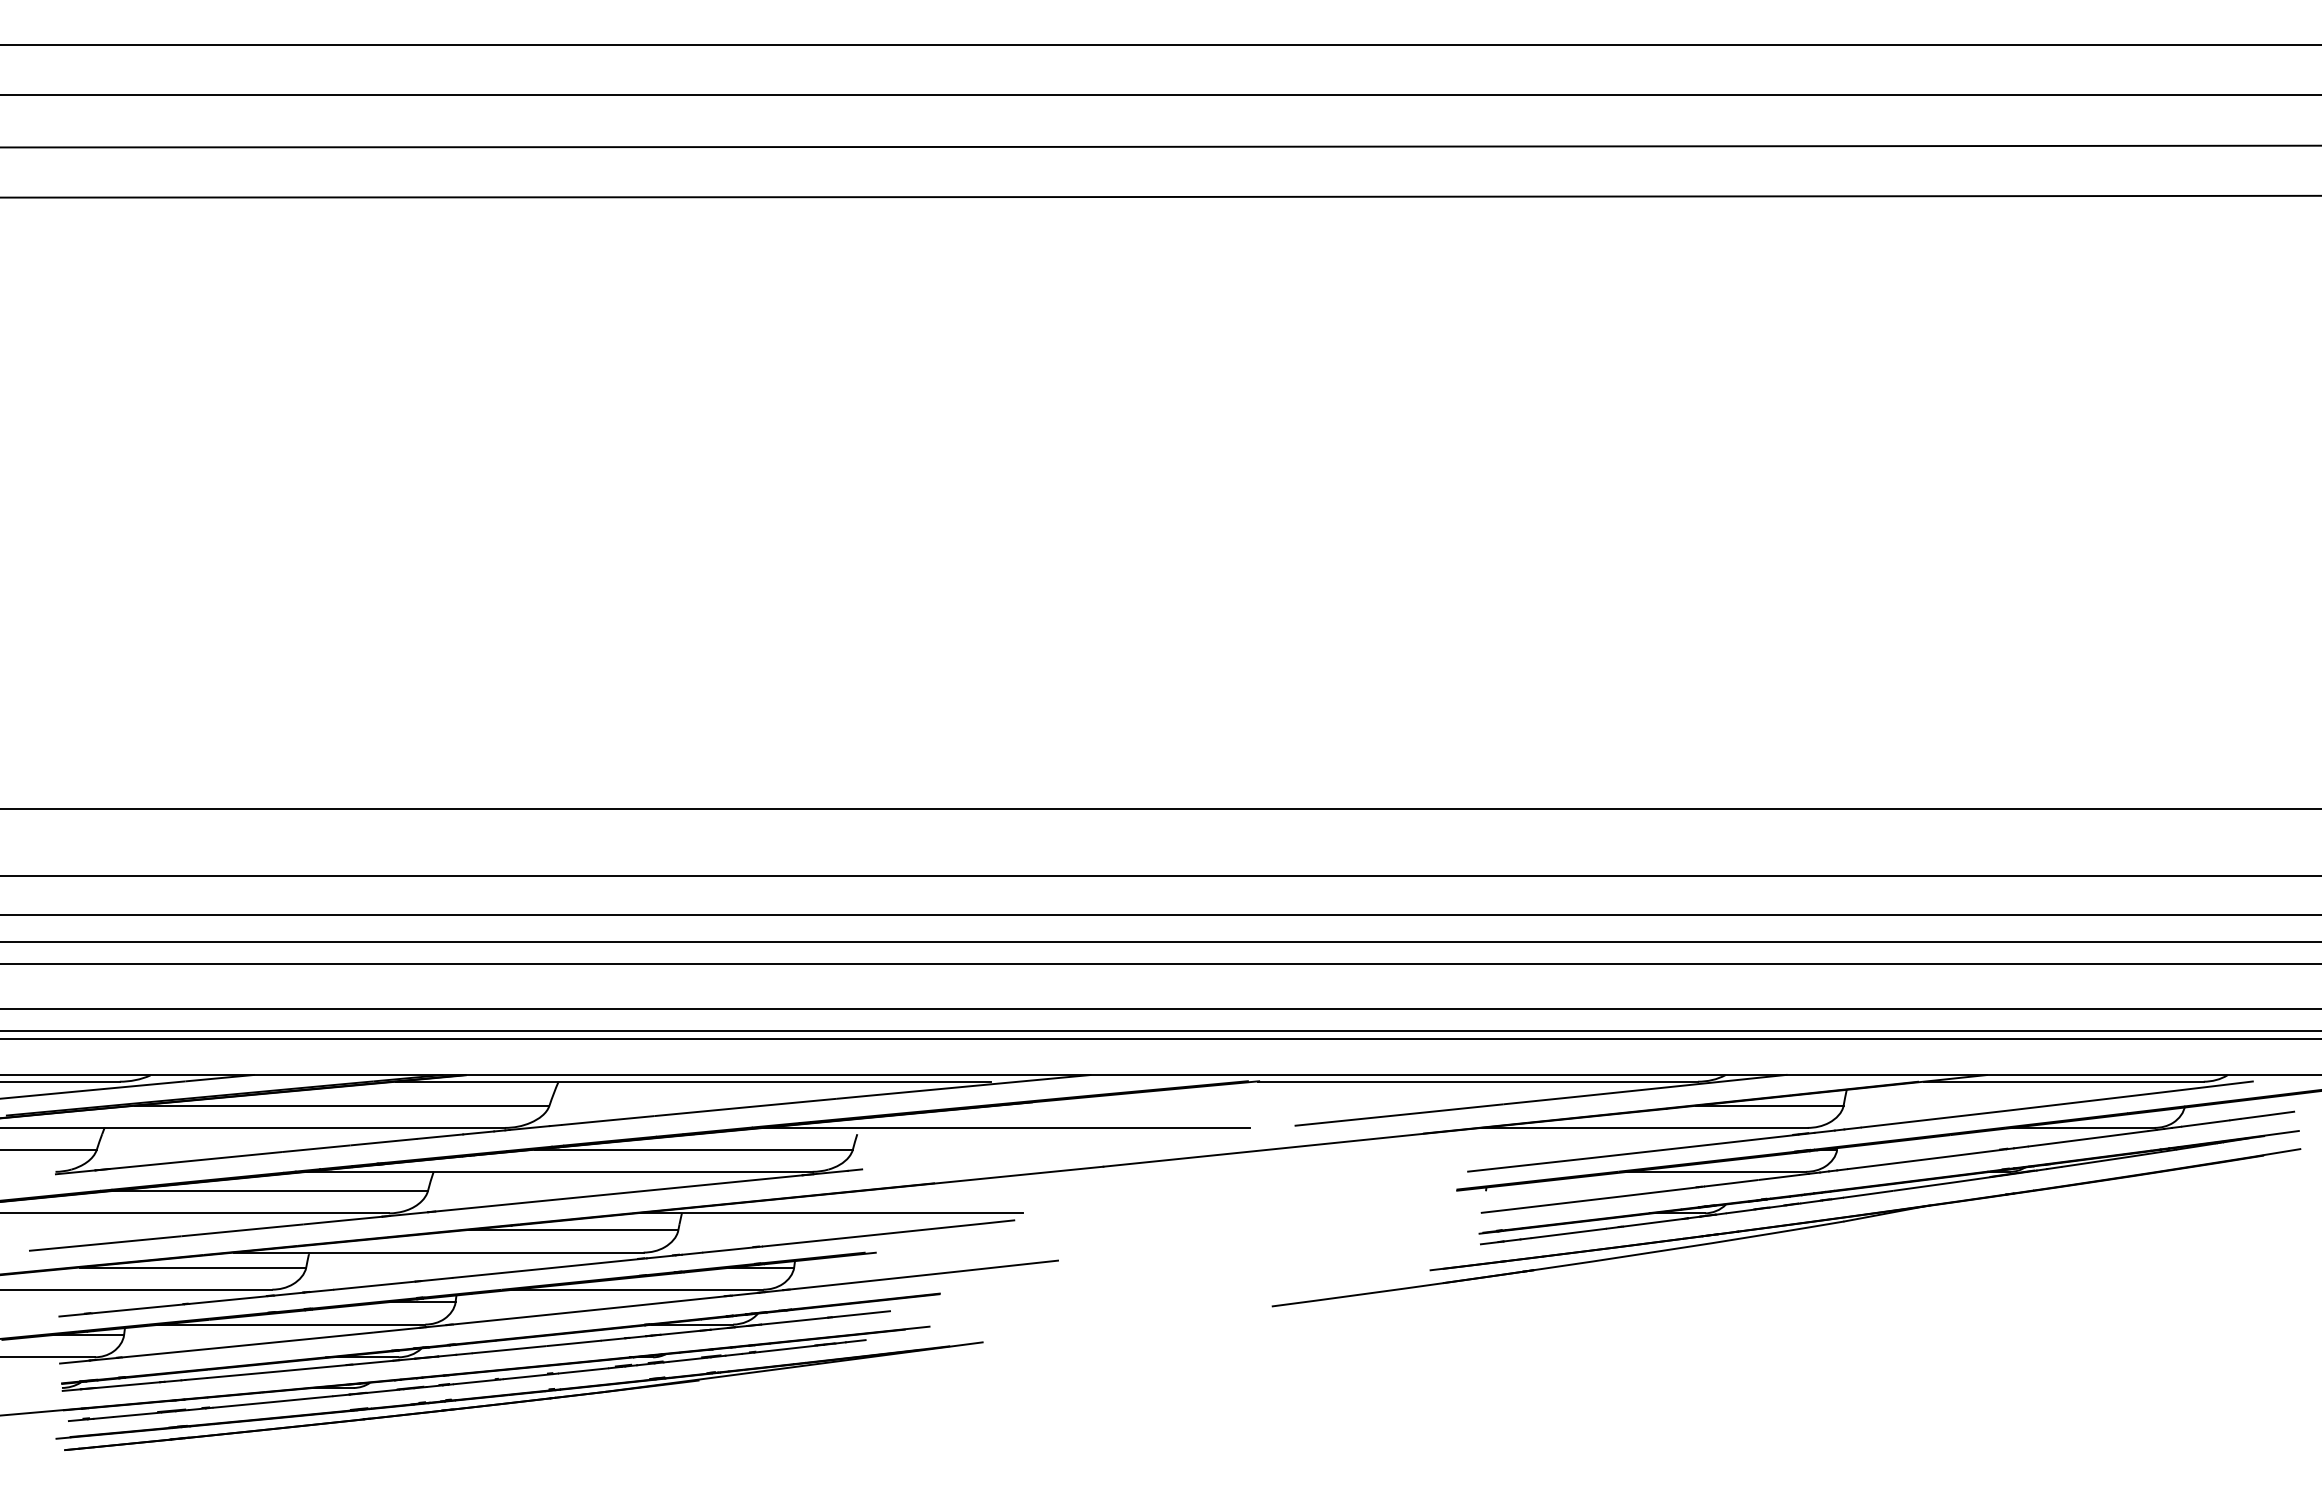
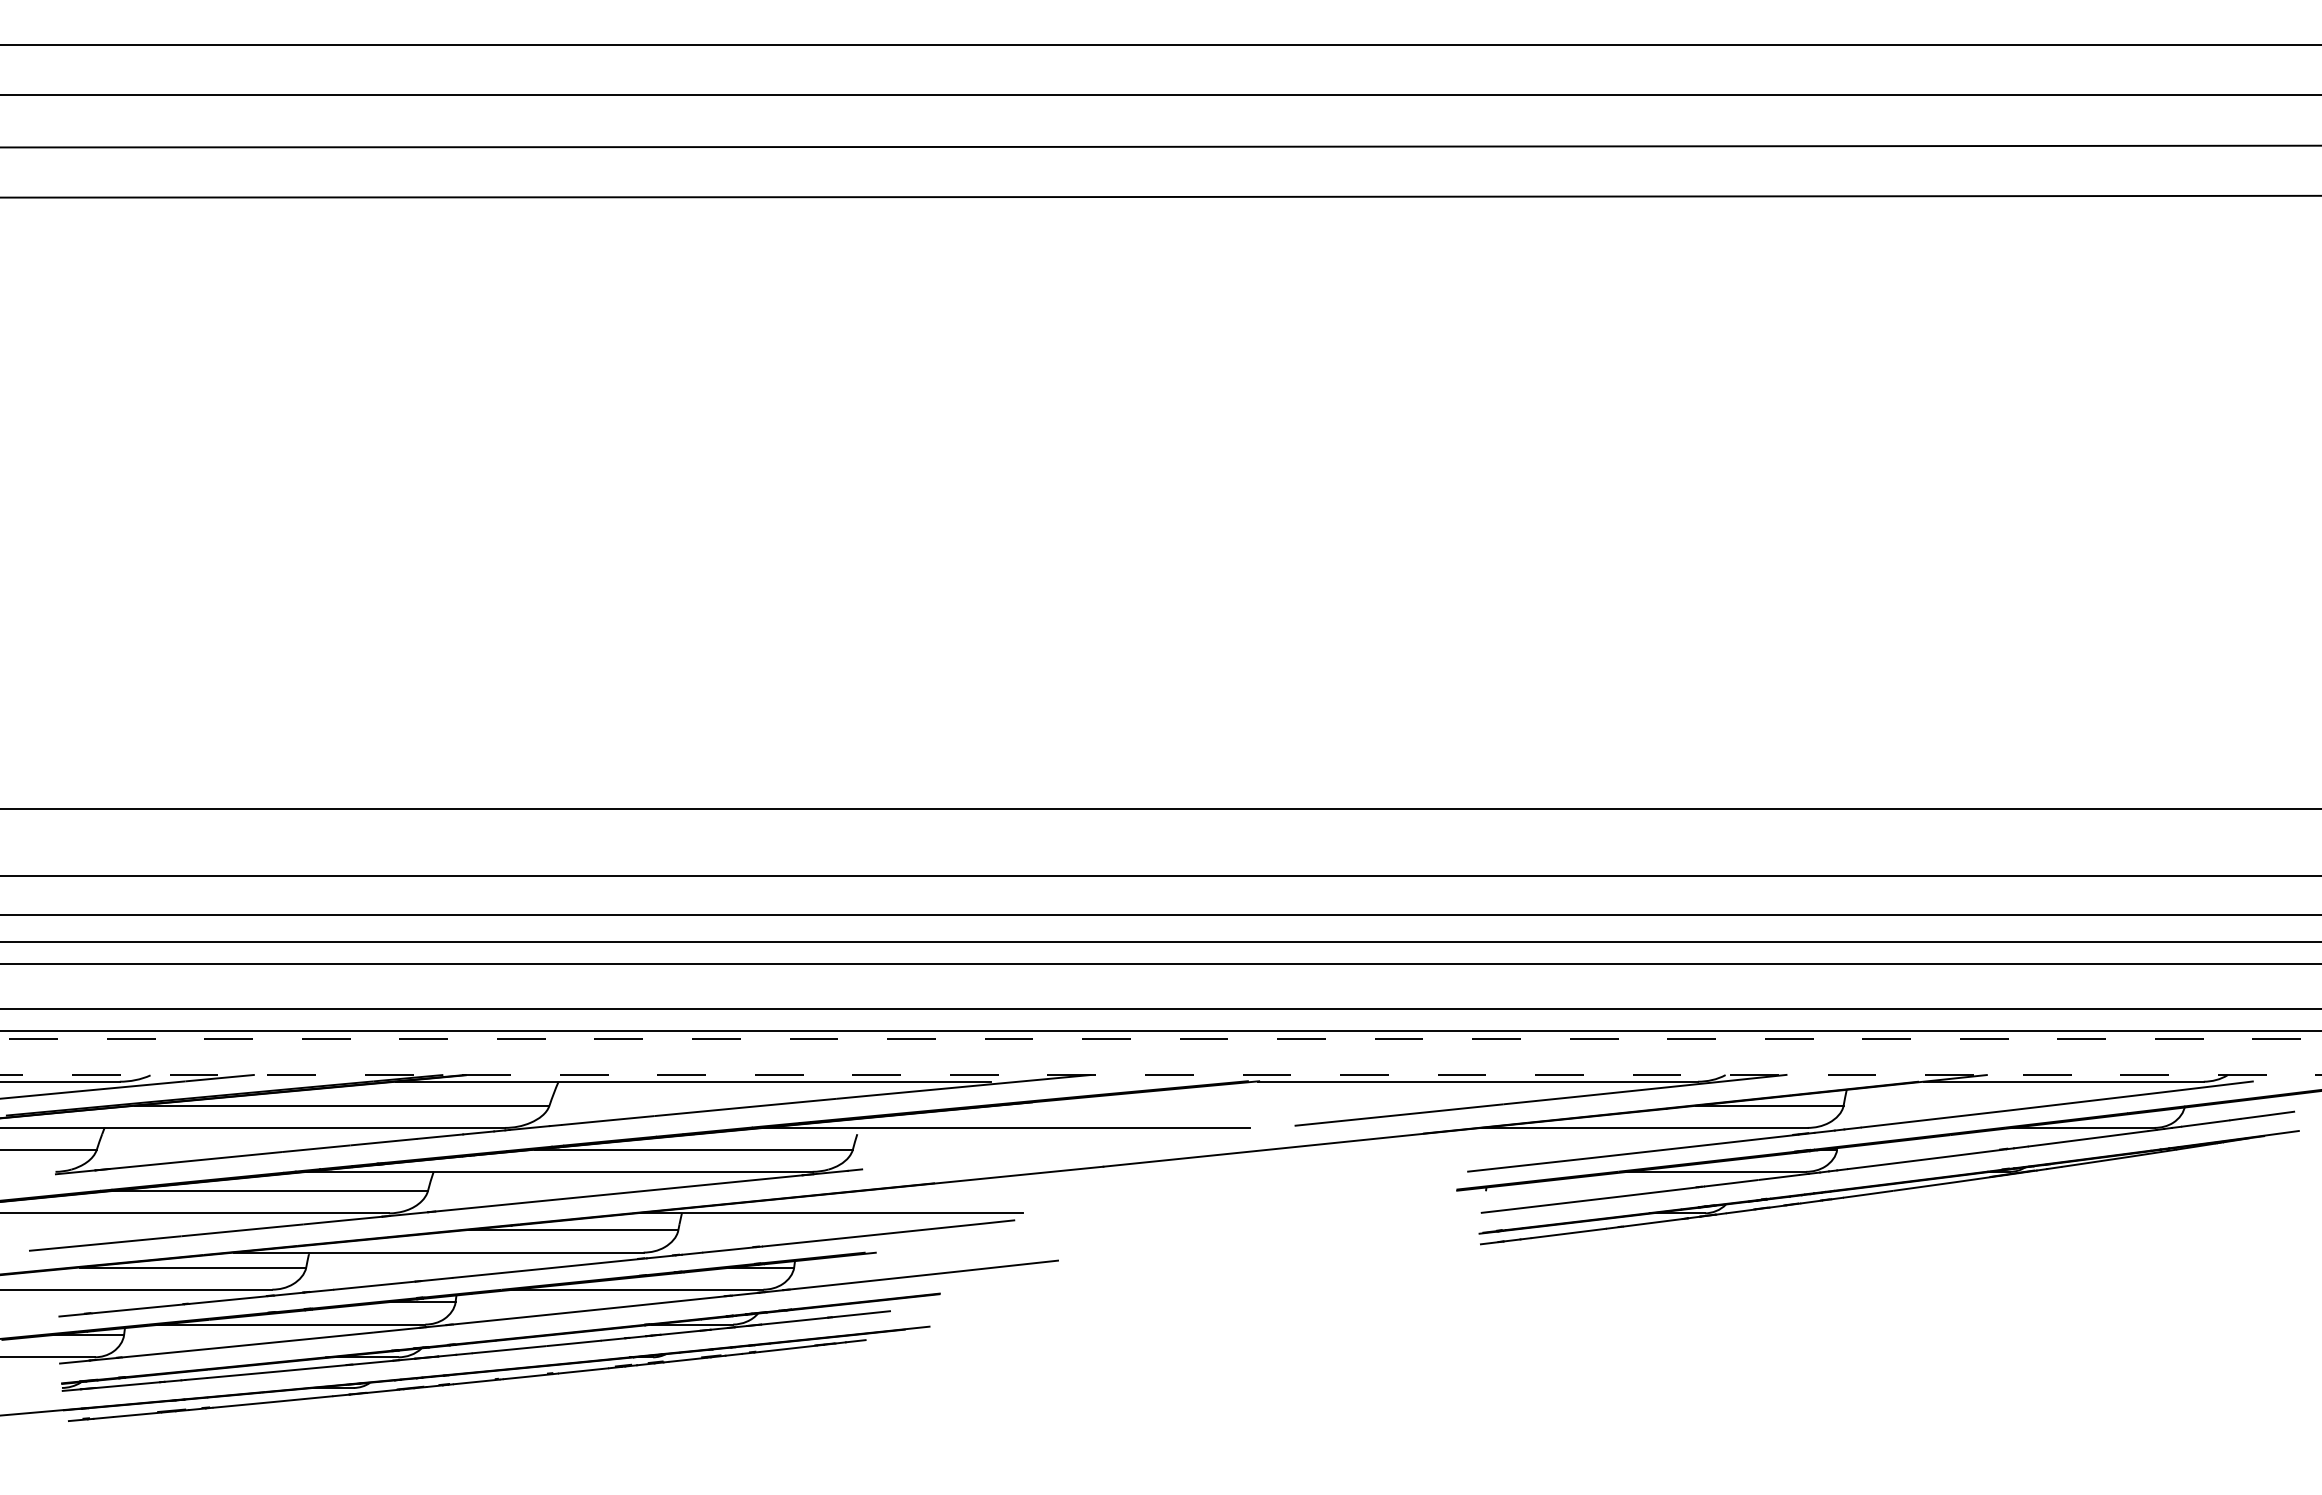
line at (1160, 1038): solid -> dashed
line at (1161, 1075): solid -> dashed
part at (1786, 1227): present -> none
part at (519, 1395): present -> none
